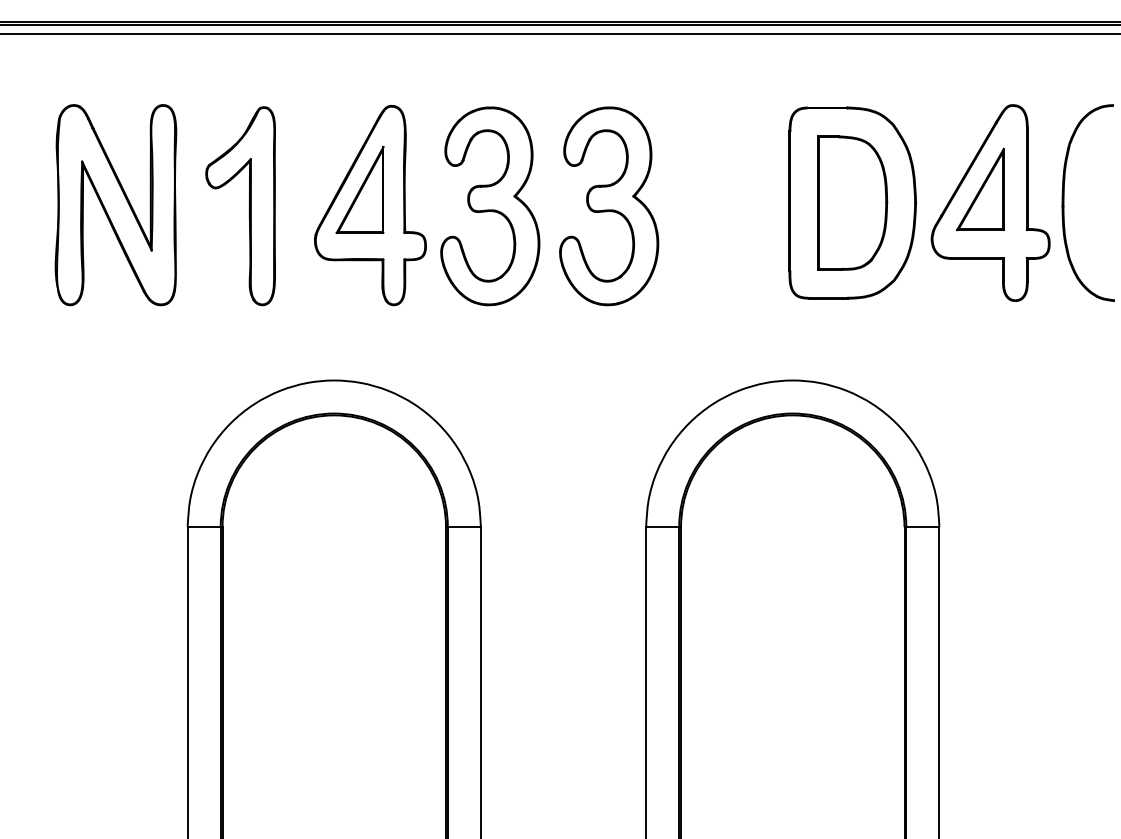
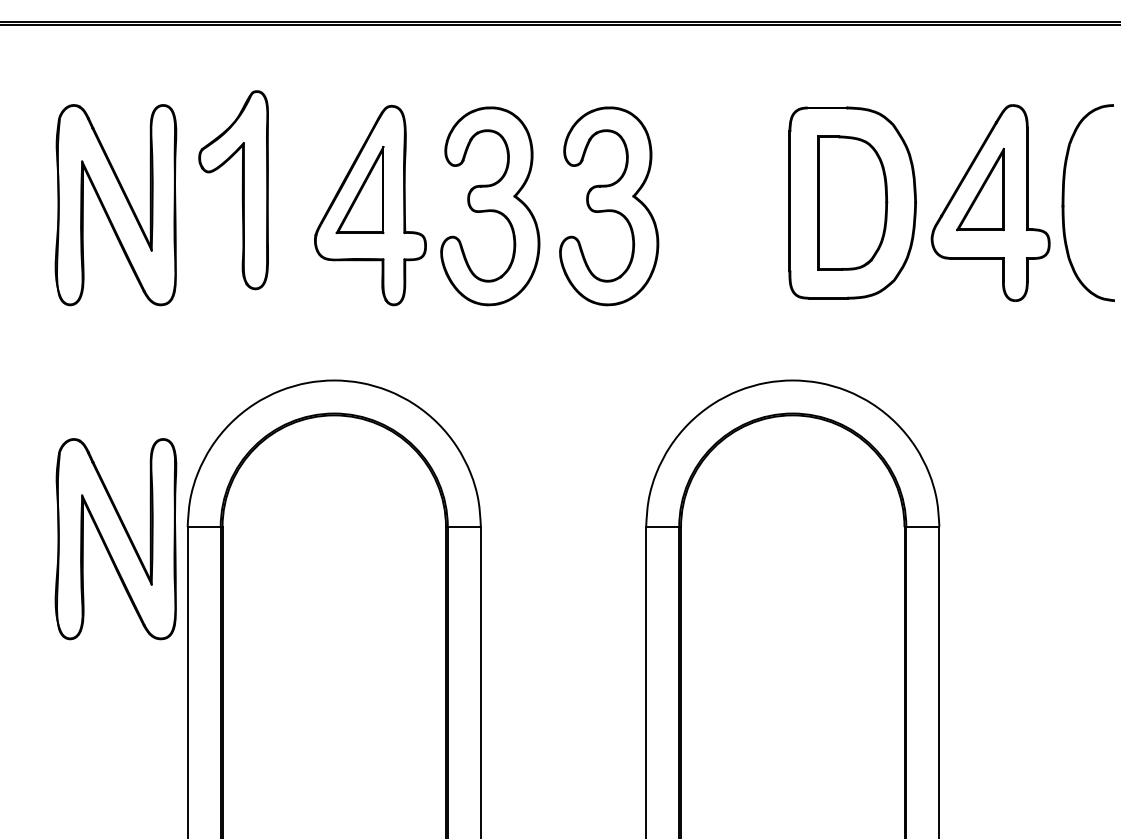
line at (559, 33): present -> none
part at (249, 206) position: (249, 206) -> (242, 190)
part at (115, 539): none -> present
